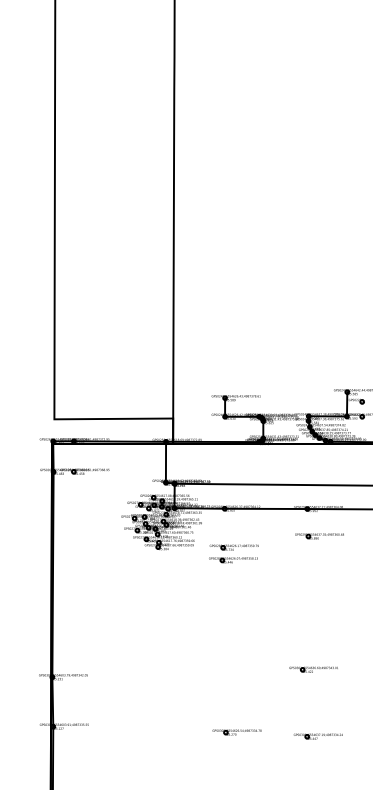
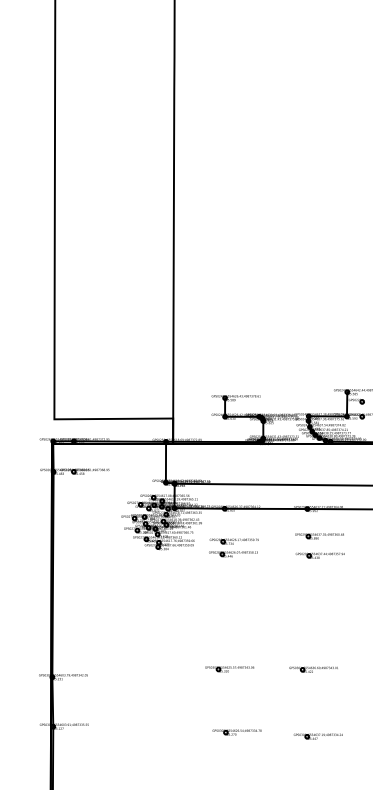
part at (233, 553) position: (233, 553) -> (233, 547)
part at (319, 555): none -> present
part at (229, 669): none -> present
